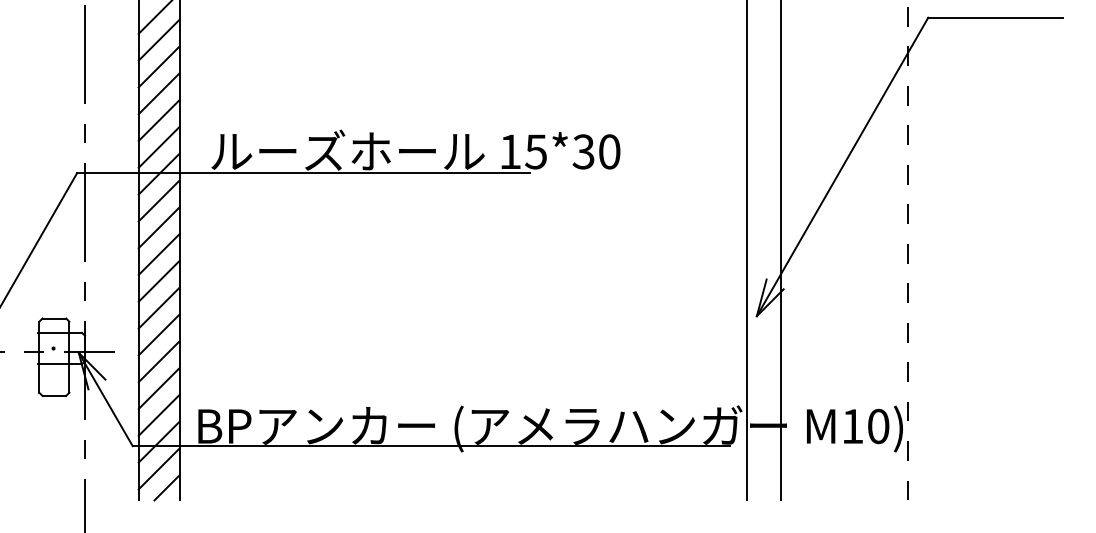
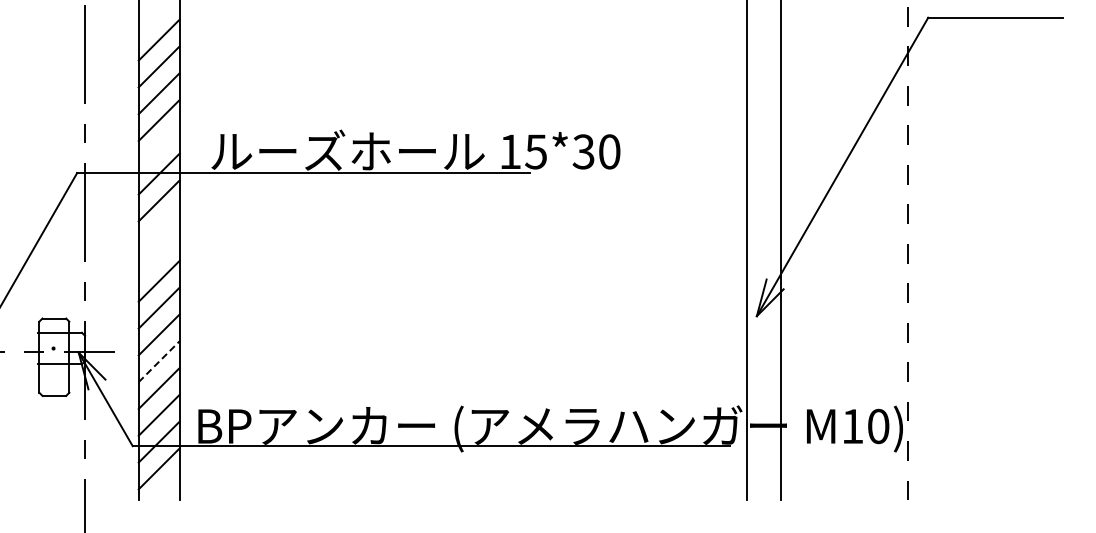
line at (153, 17): present -> none
line at (158, 146): present -> none
line at (158, 227): present -> none
line at (158, 254): present -> none
line at (159, 361): solid -> dashed
line at (166, 487): present -> none
